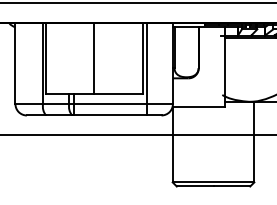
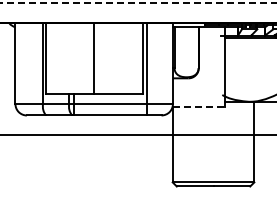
line at (138, 2): solid -> dashed
line at (199, 106): solid -> dashed
